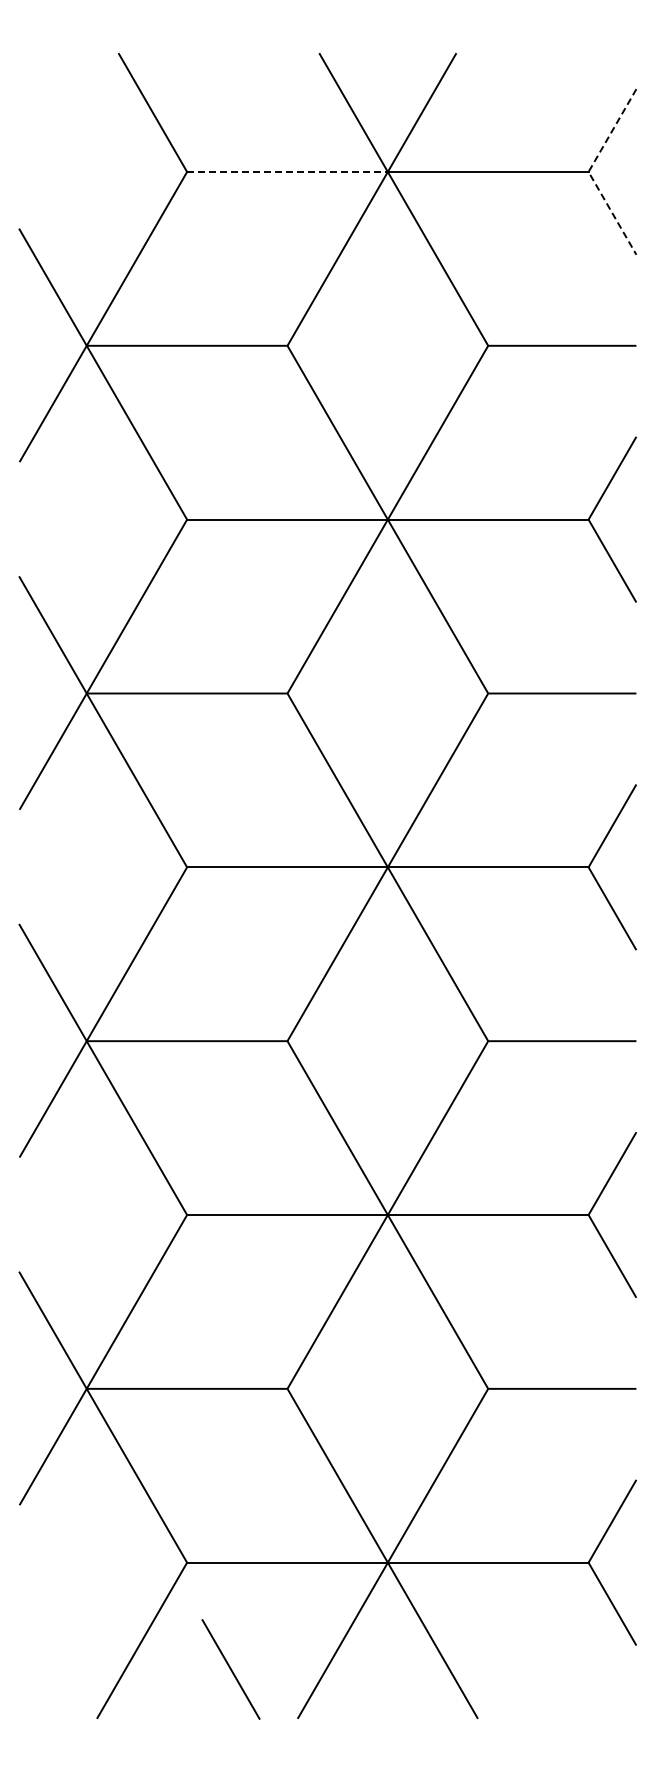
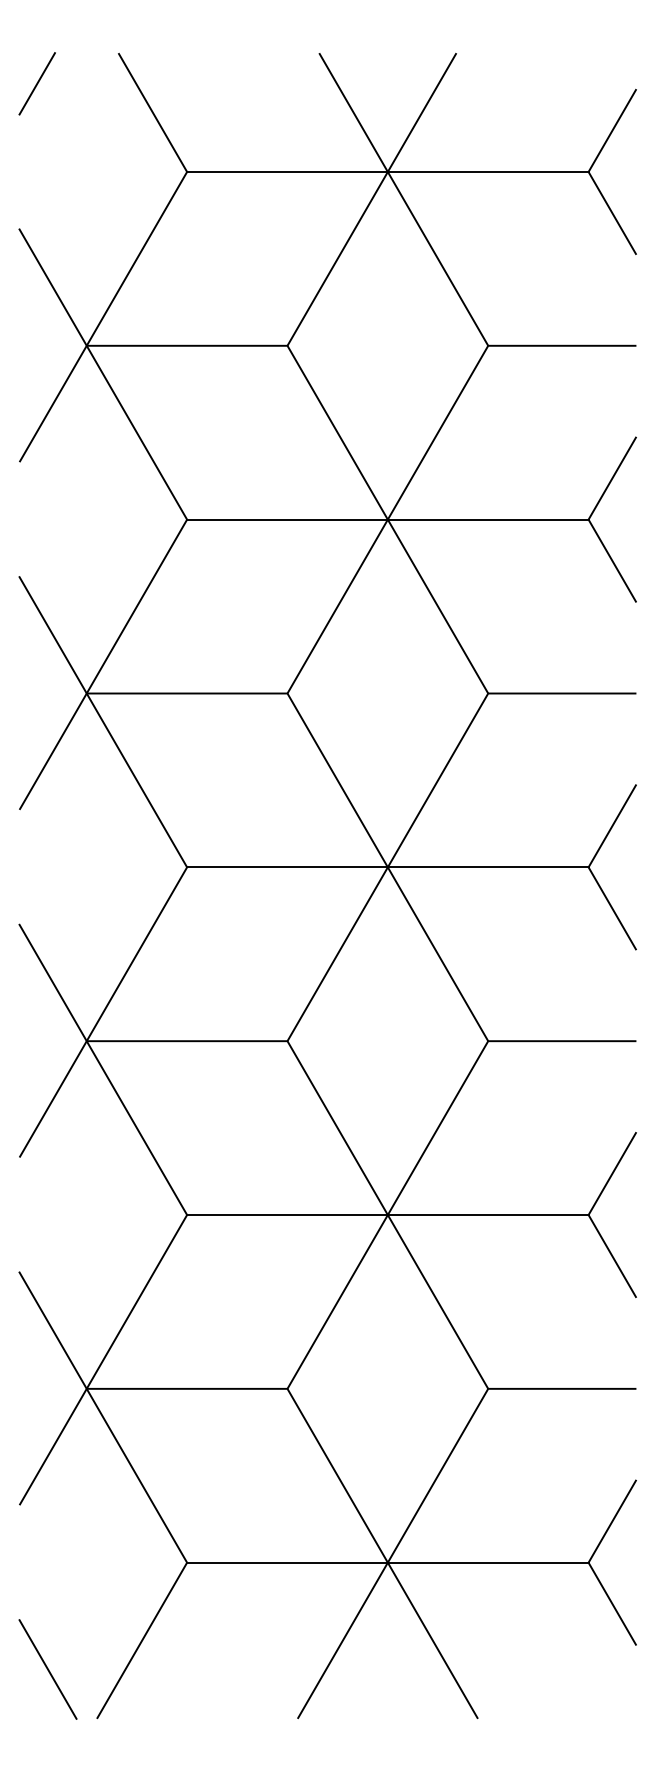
line at (36, 83): none -> present
line at (287, 171): dashed -> solid
line at (588, 171): dashed -> solid
line at (230, 1669) position: (230, 1669) -> (47, 1669)
